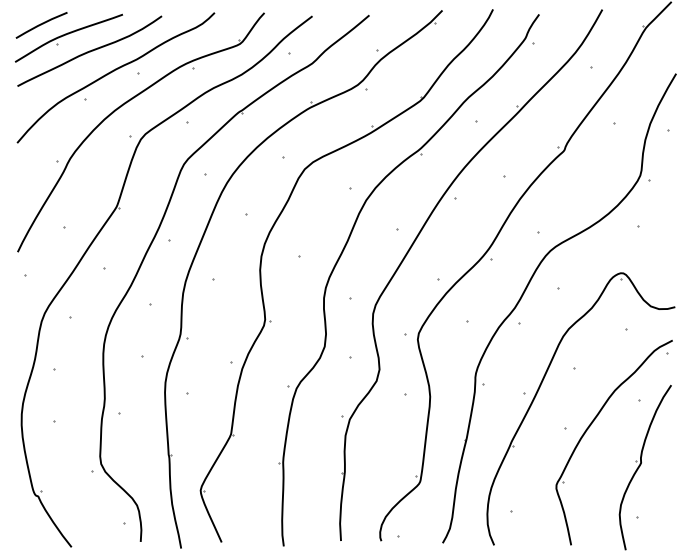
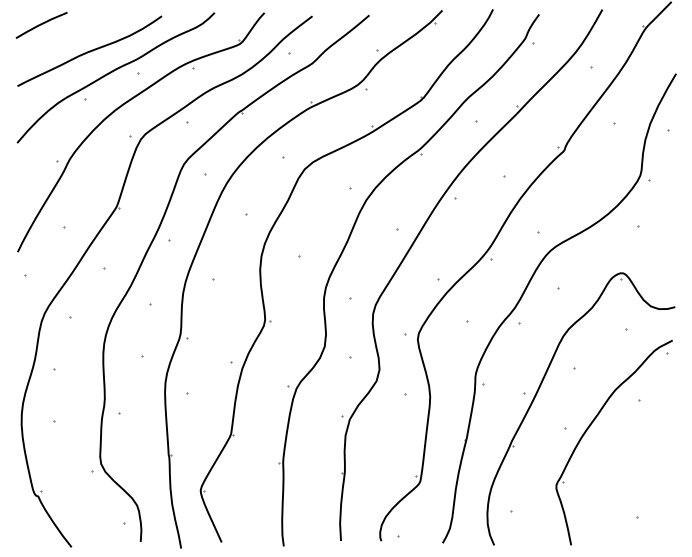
part at (68, 37): present -> none
part at (644, 467): present -> none
